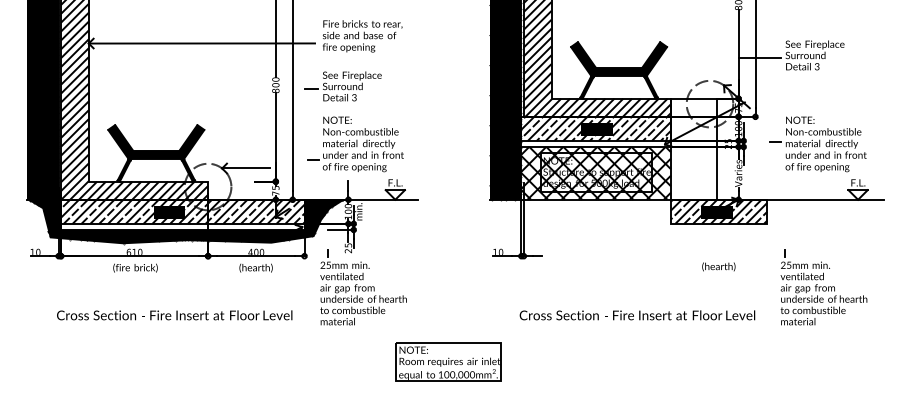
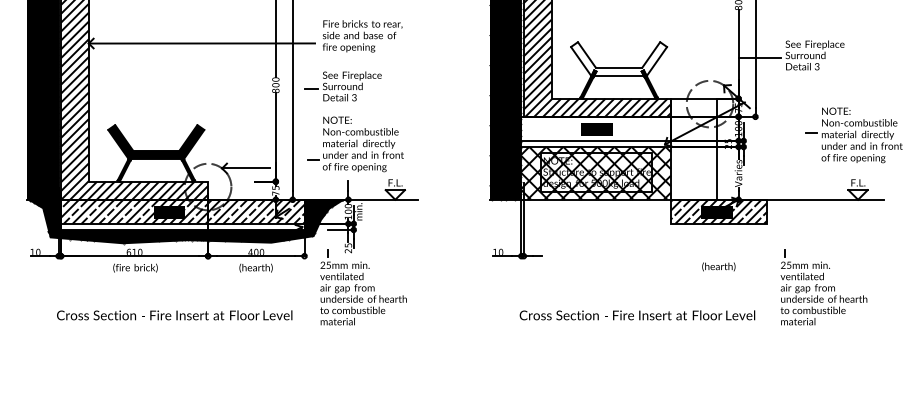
fill at (619, 59): present -> none
hatch at (595, 128): present -> none
part at (817, 144) position: (817, 144) -> (853, 135)
part at (448, 361): present -> none
